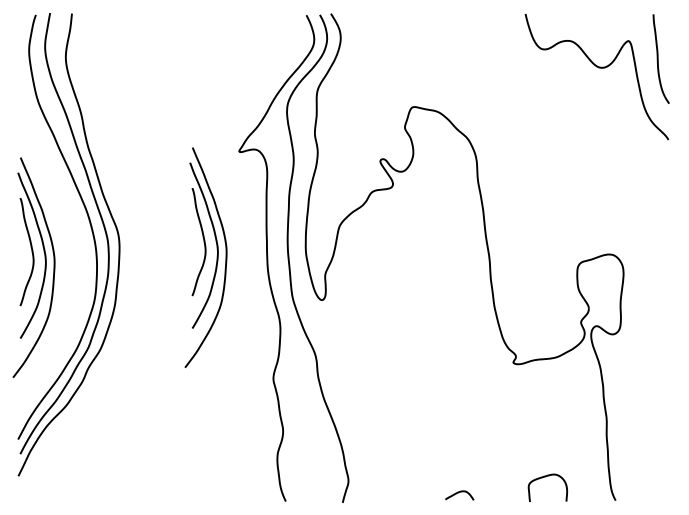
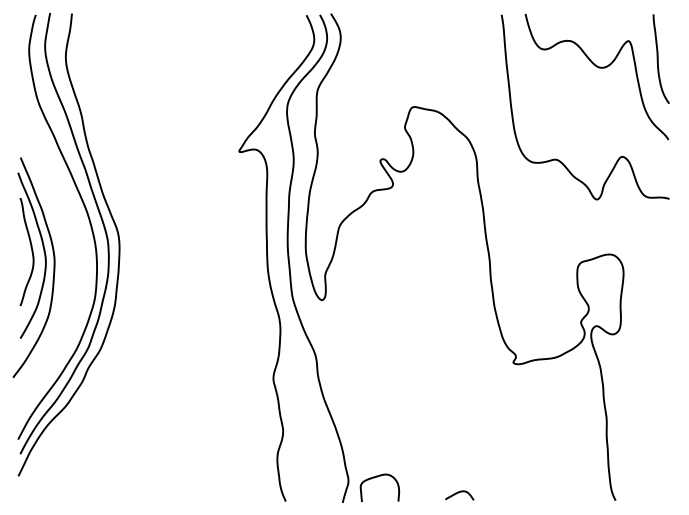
curve at (558, 159): none -> present
part at (205, 257): present -> none
curve at (545, 477) position: (545, 477) -> (377, 477)
